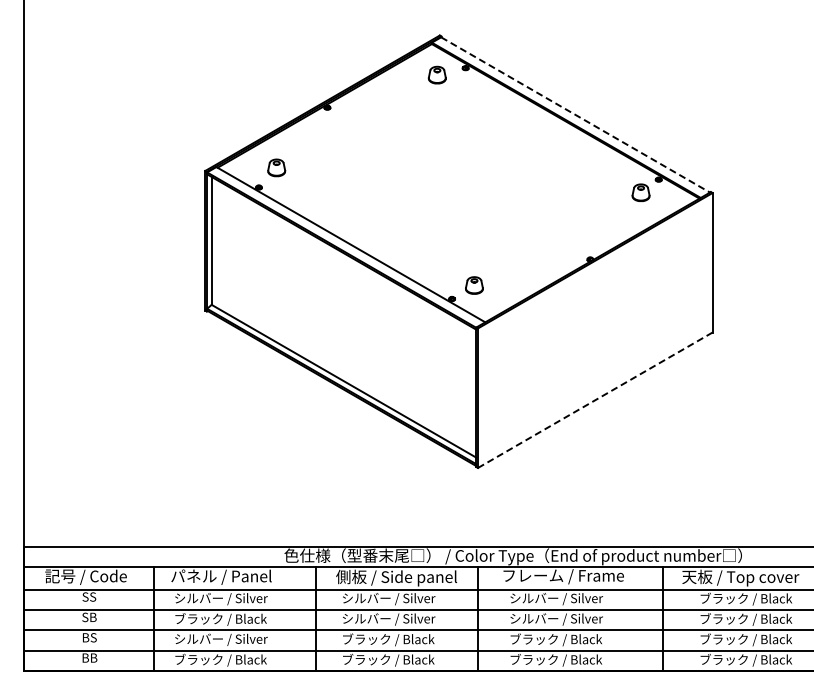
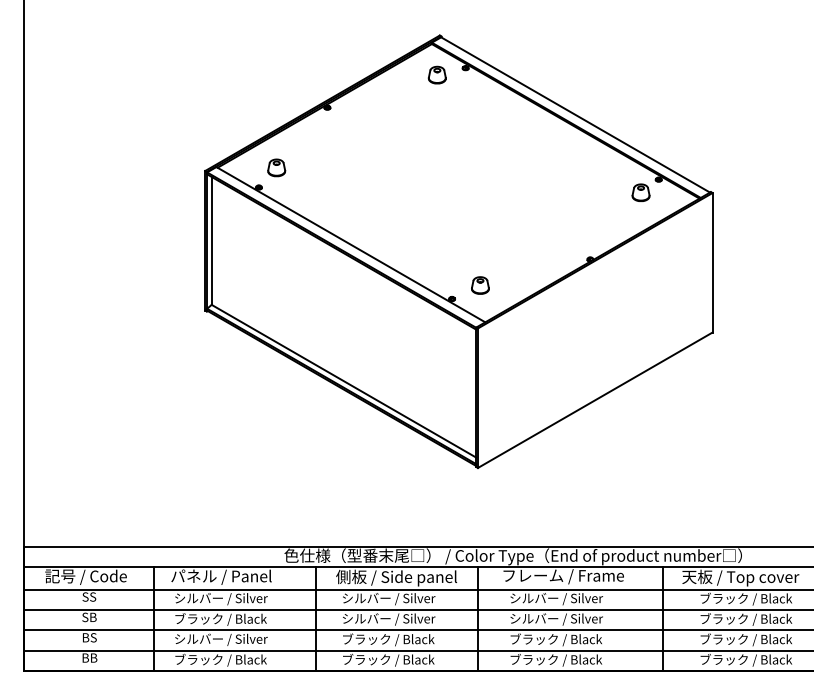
line at (576, 115): dashed -> solid
part at (474, 285) position: (474, 285) -> (480, 285)
line at (595, 400): dashed -> solid
